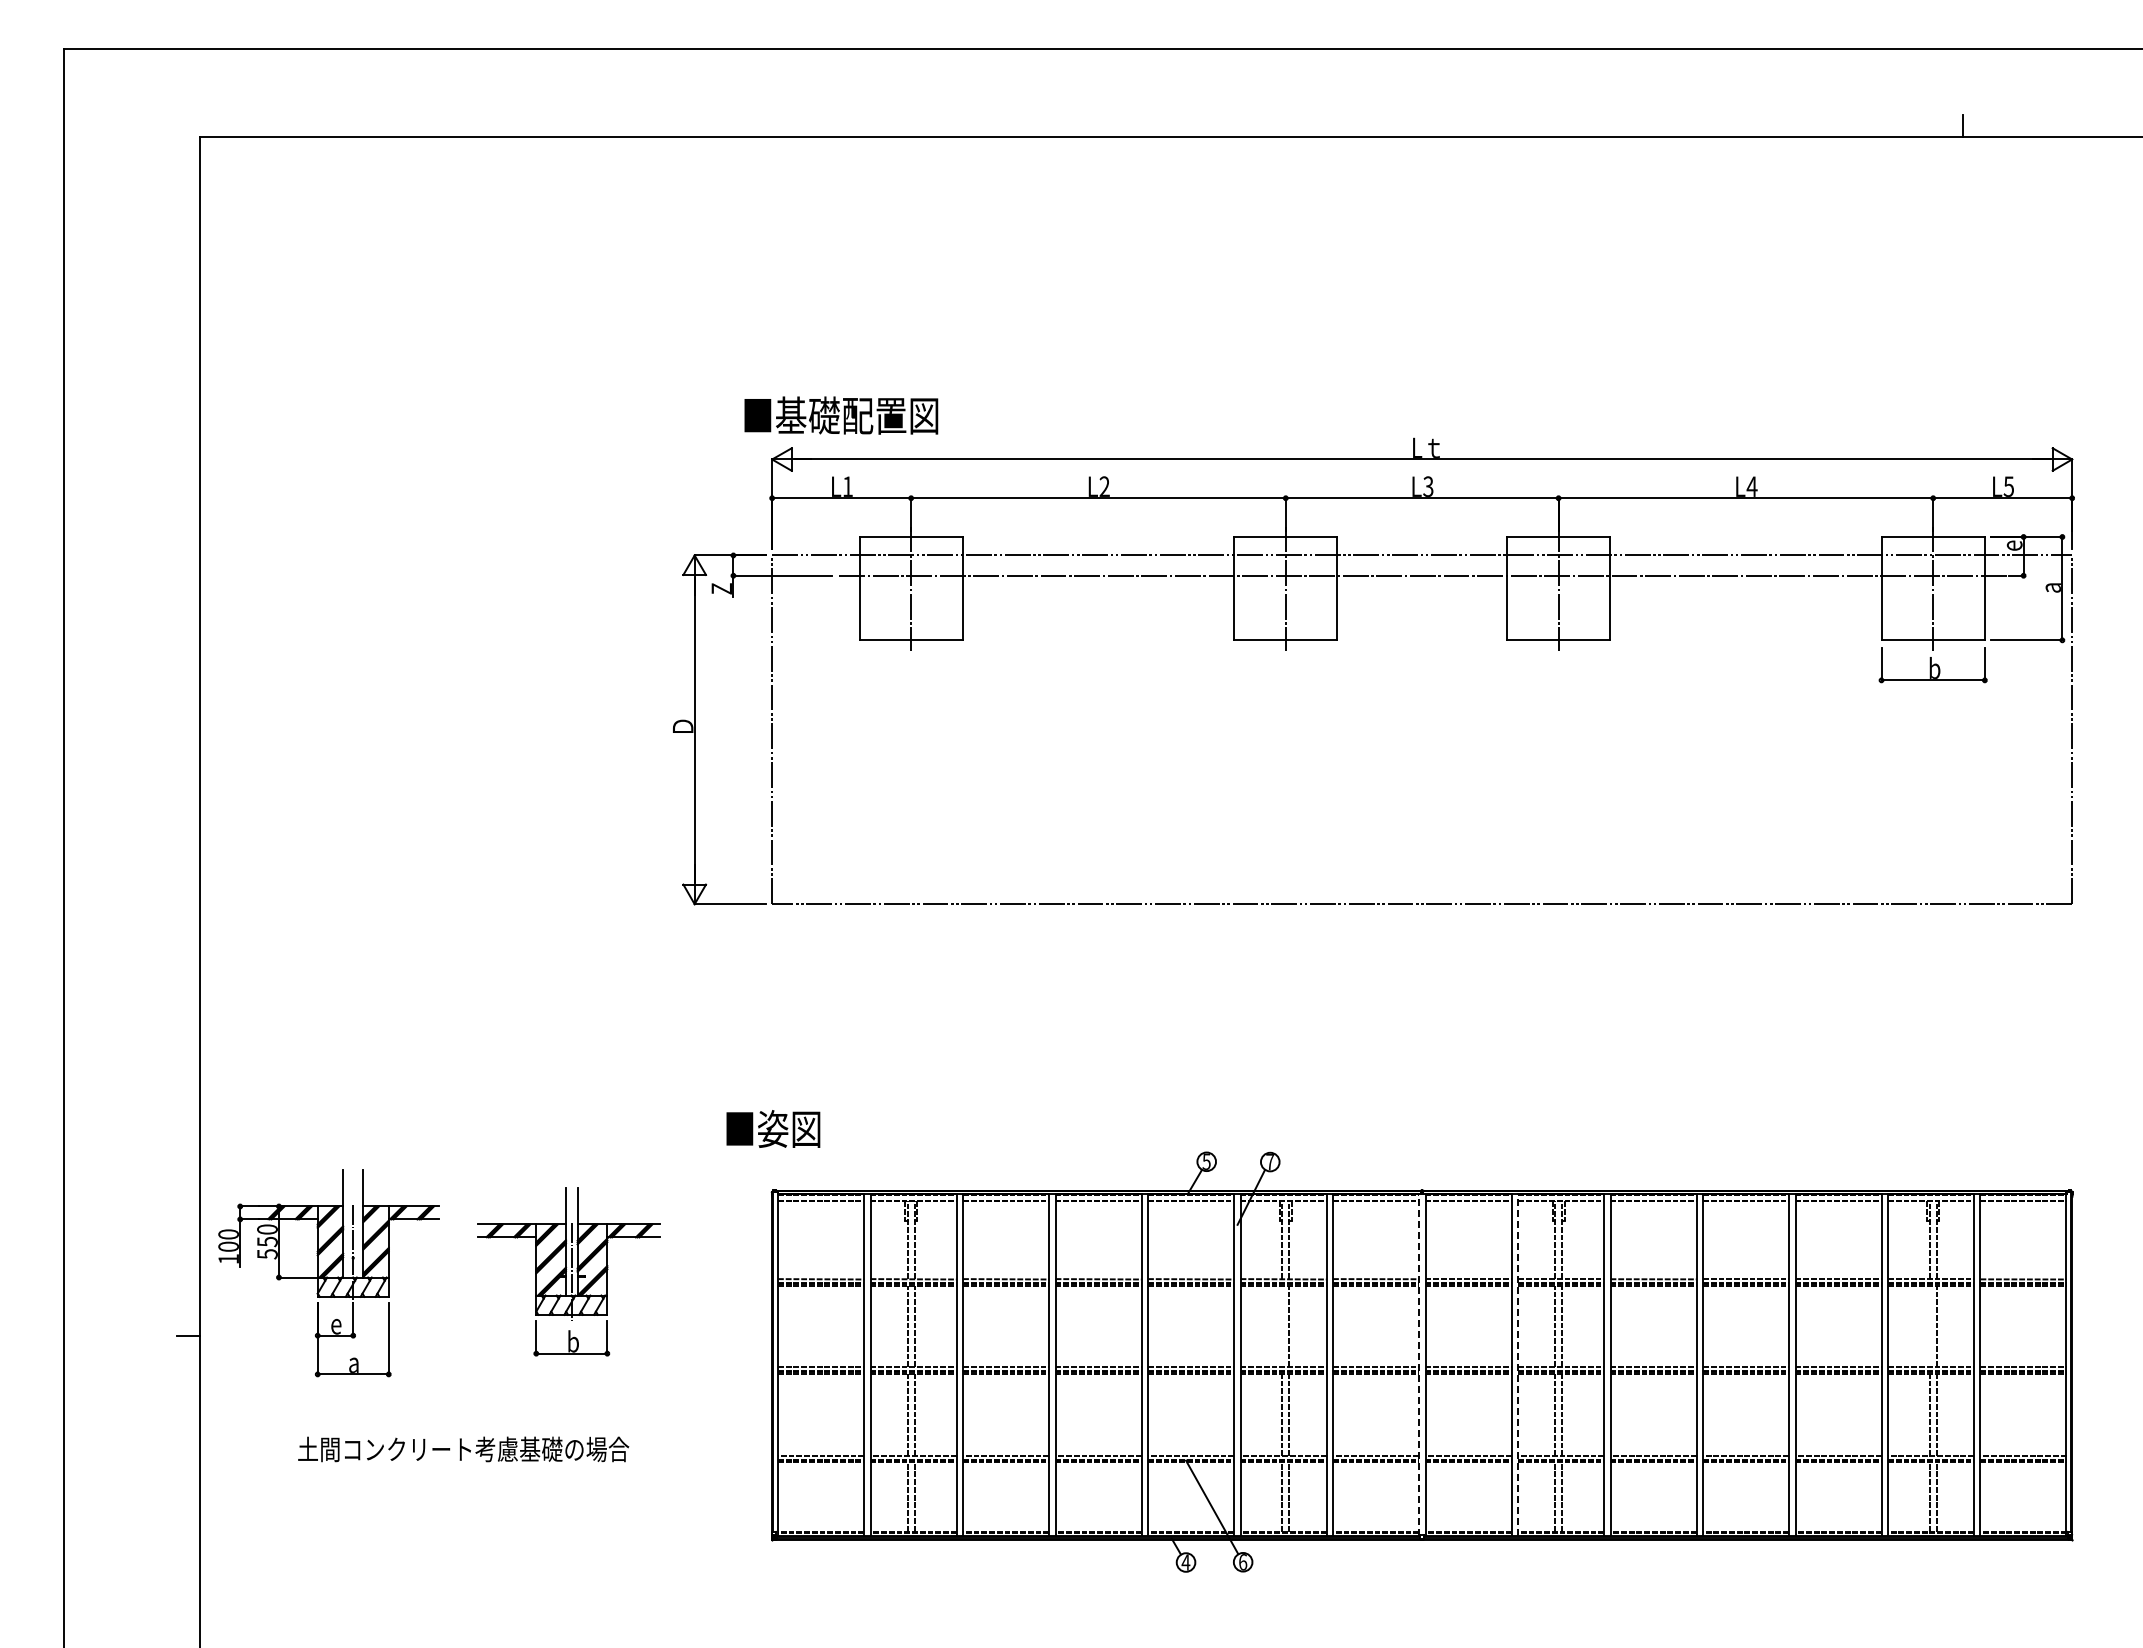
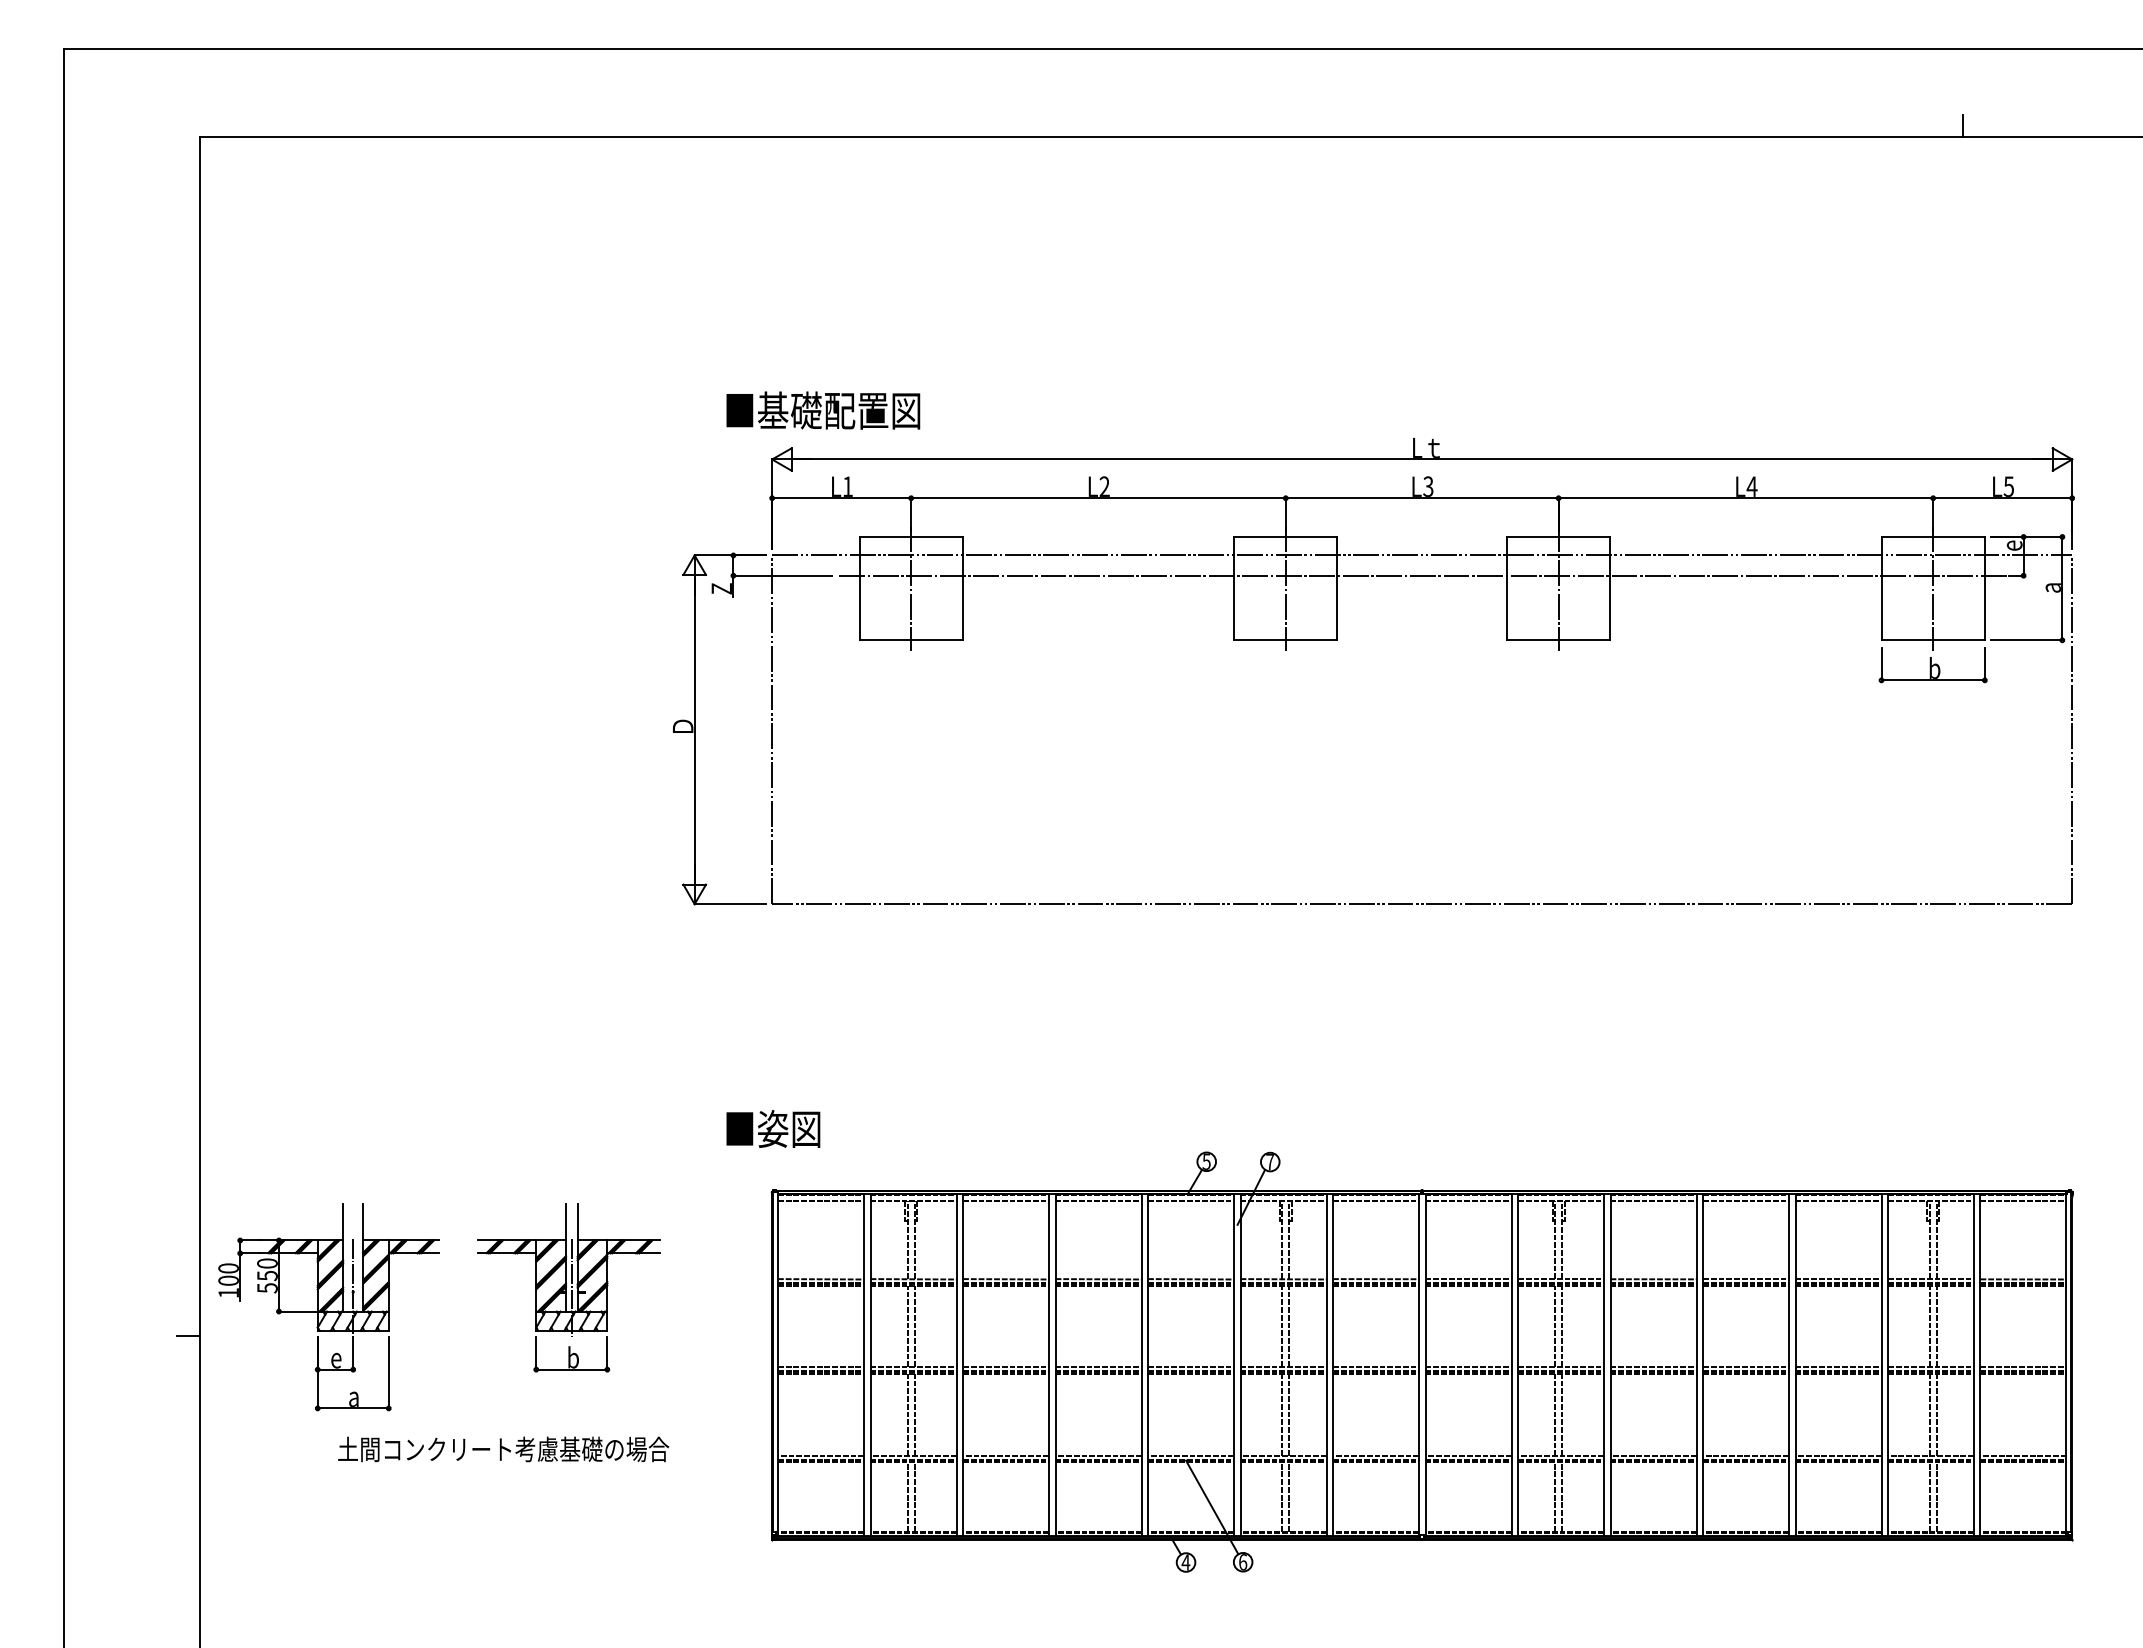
text at (841, 415) position: (841, 415) -> (823, 410)
part at (568, 1271) position: (568, 1271) -> (568, 1287)
part at (328, 1273) position: (328, 1273) -> (328, 1307)
line at (1282, 1326): none -> present
line at (1929, 1326): none -> present
line at (1419, 1364): dashed -> solid
line at (1518, 1364): dashed -> solid
text at (463, 1449) position: (463, 1449) -> (503, 1449)
